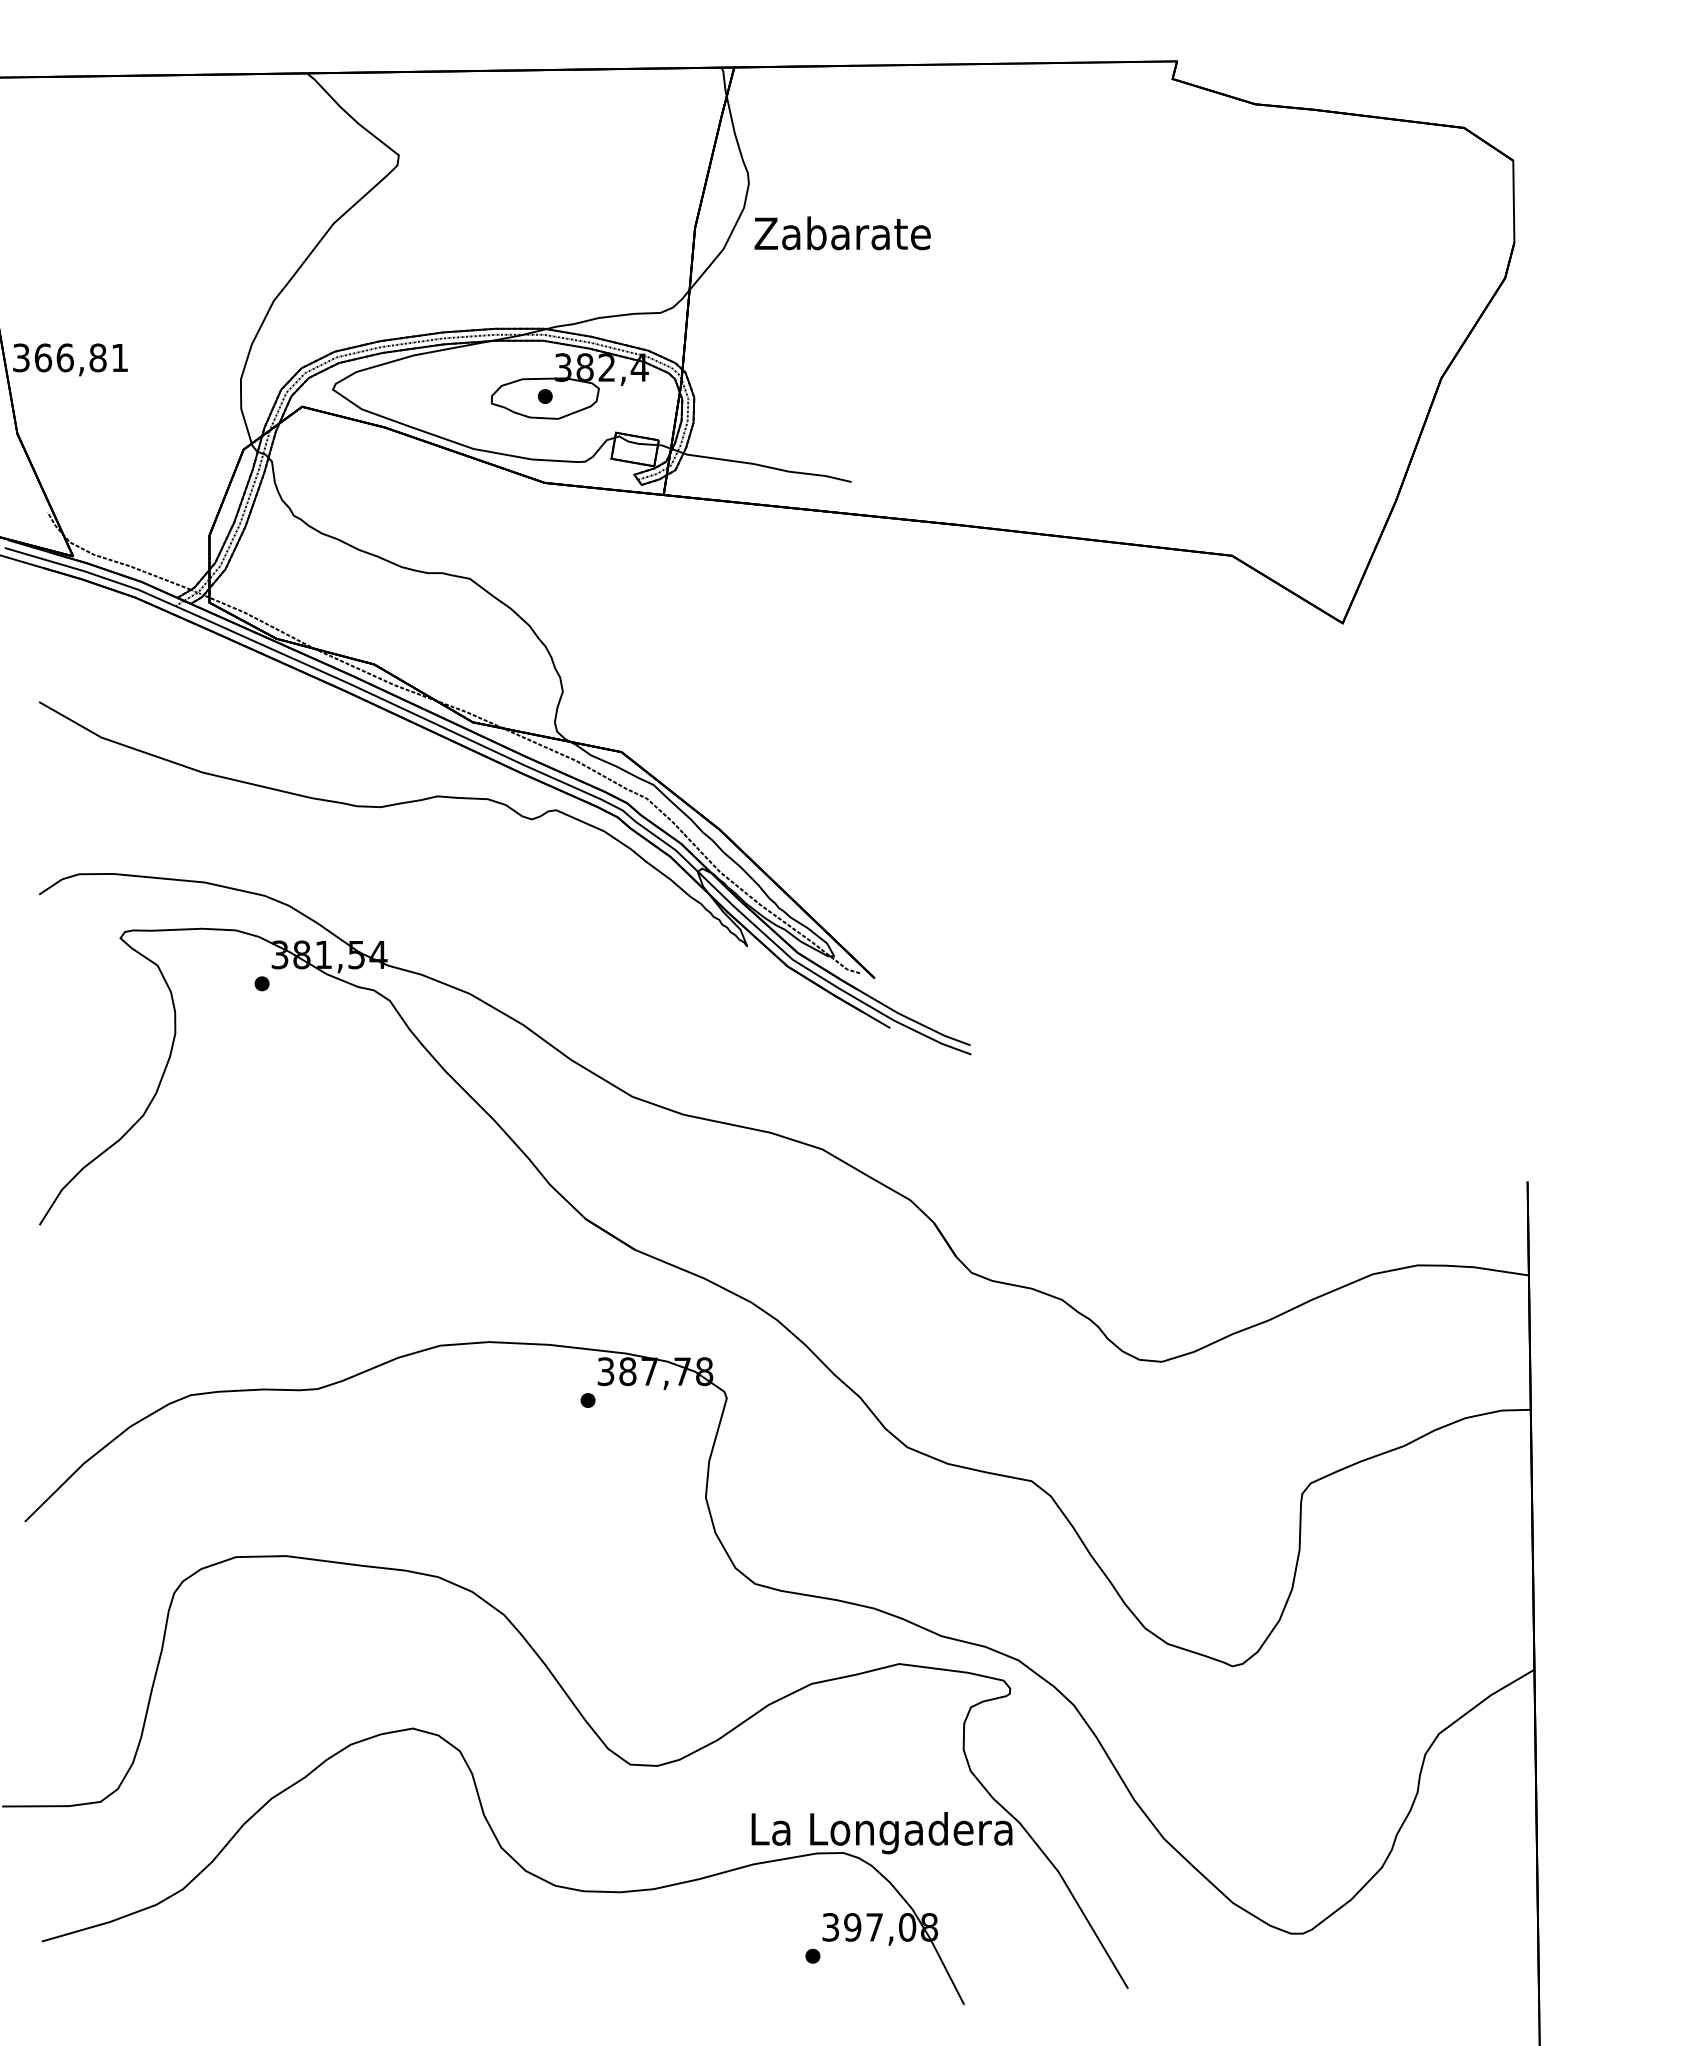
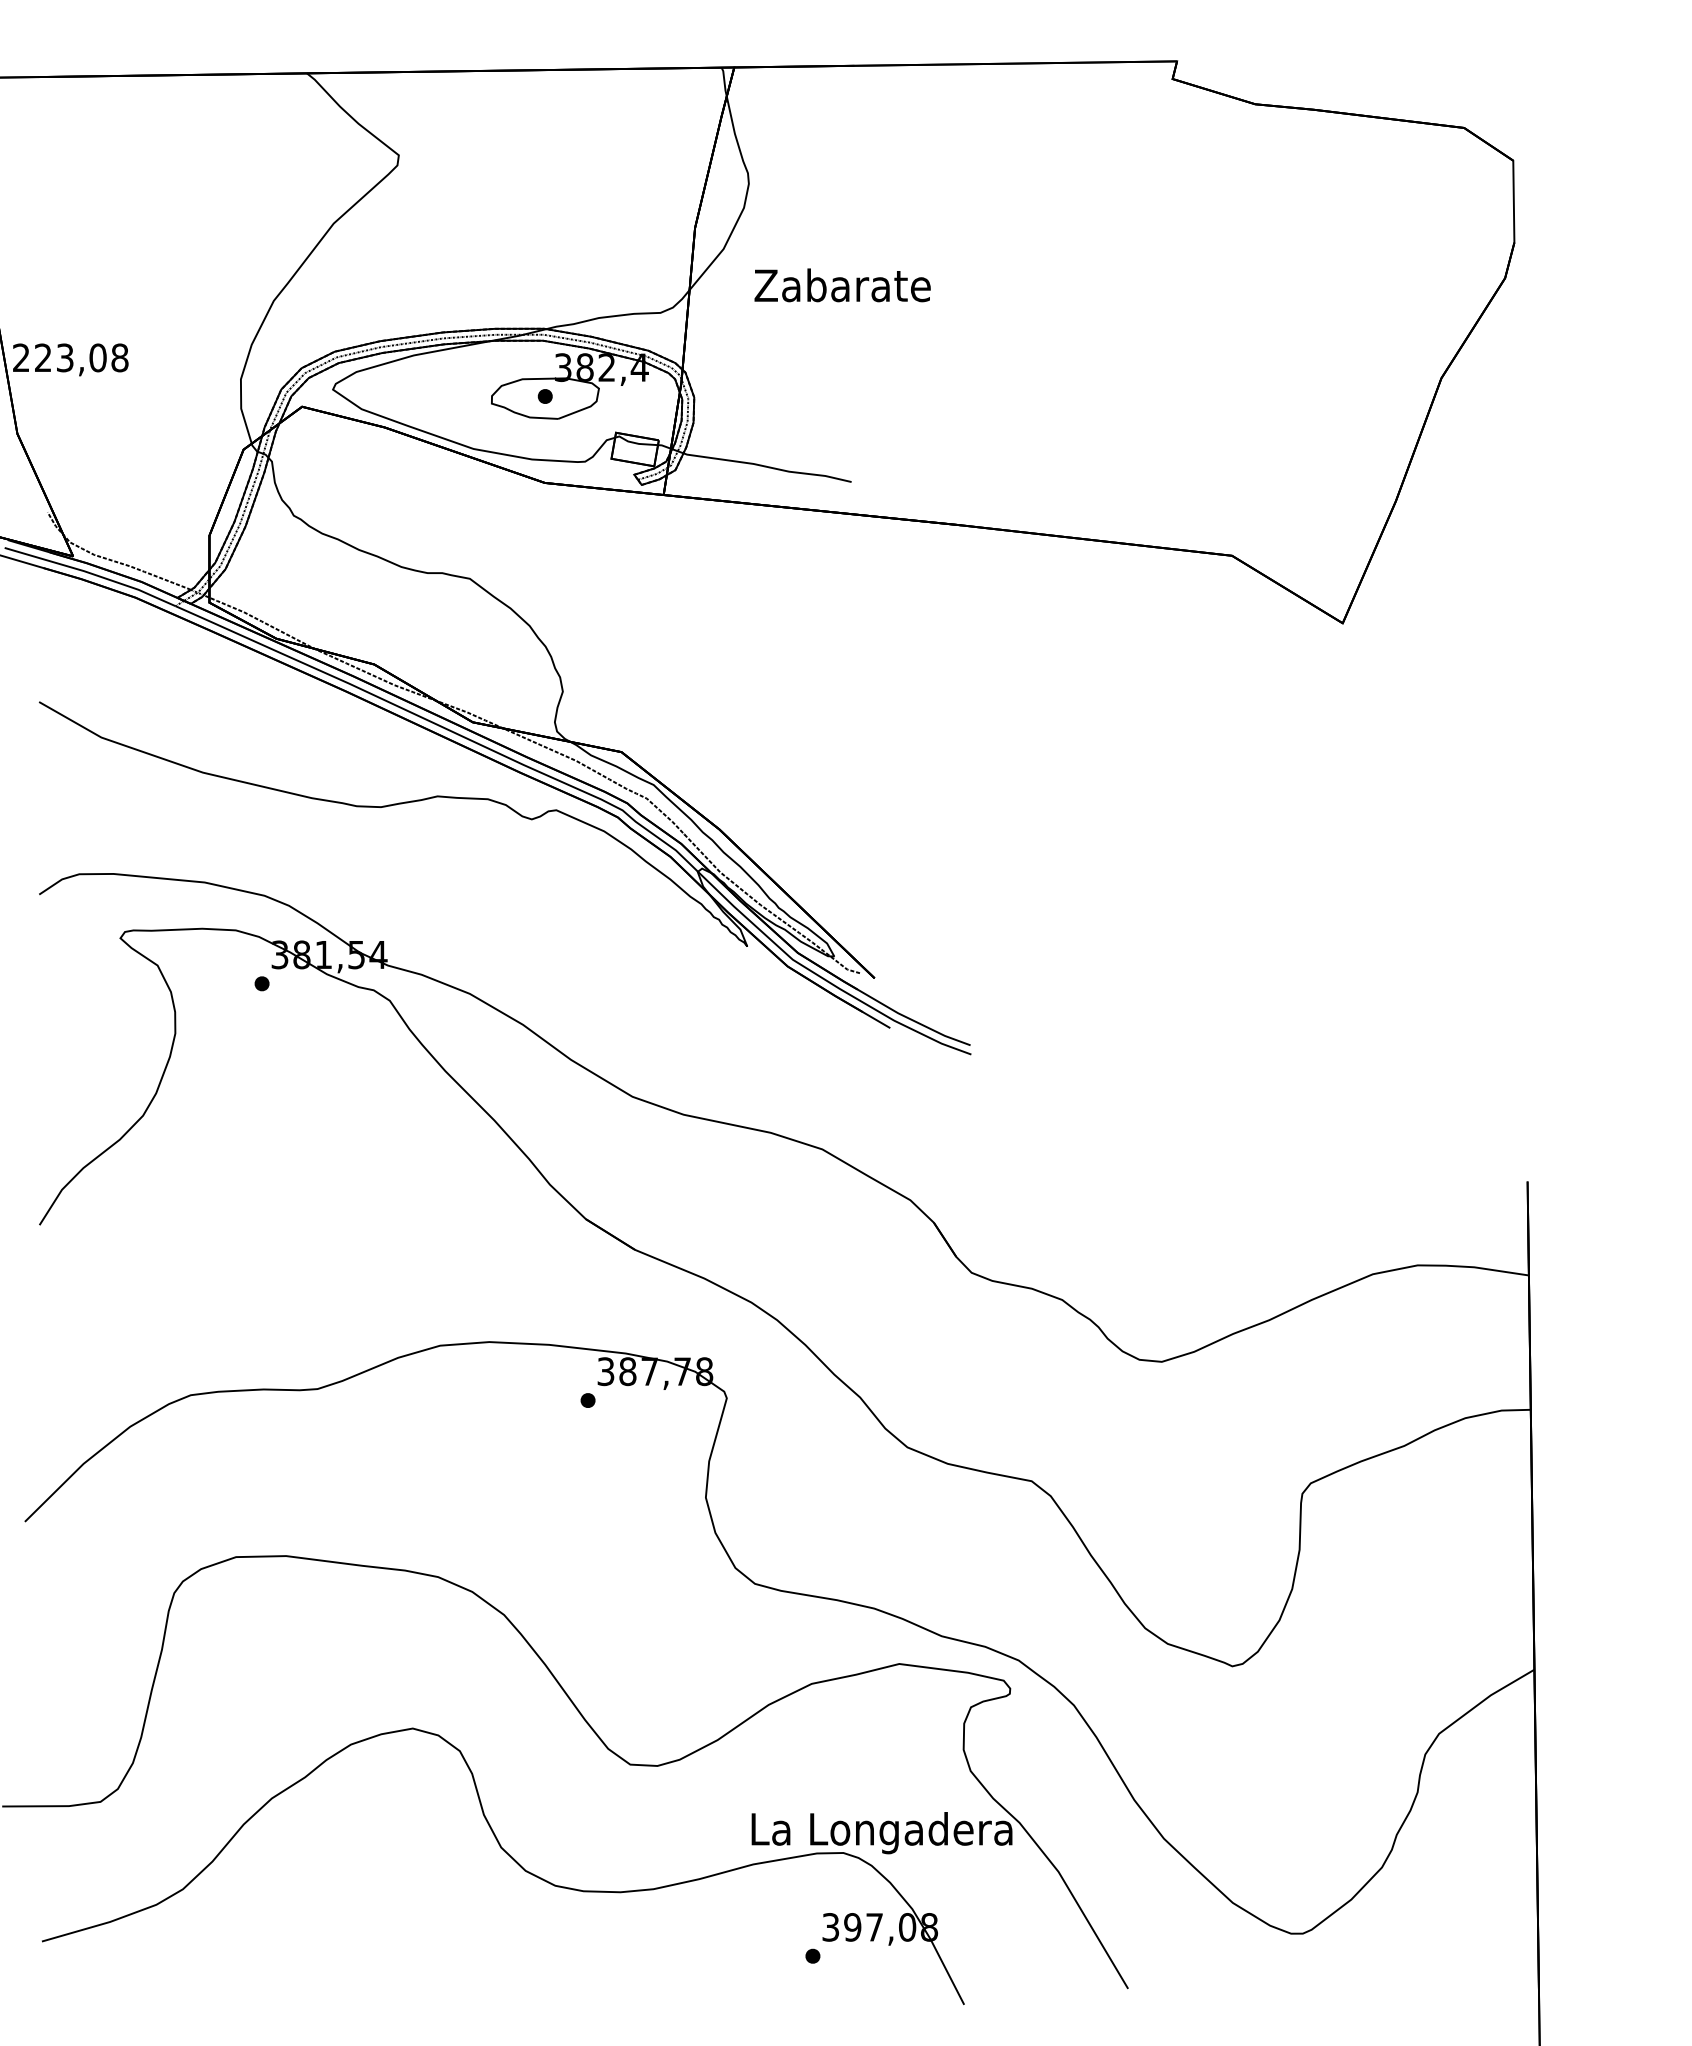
text at (842, 233) position: (842, 233) -> (842, 285)
text at (70, 357): 366,81 -> 223,08
